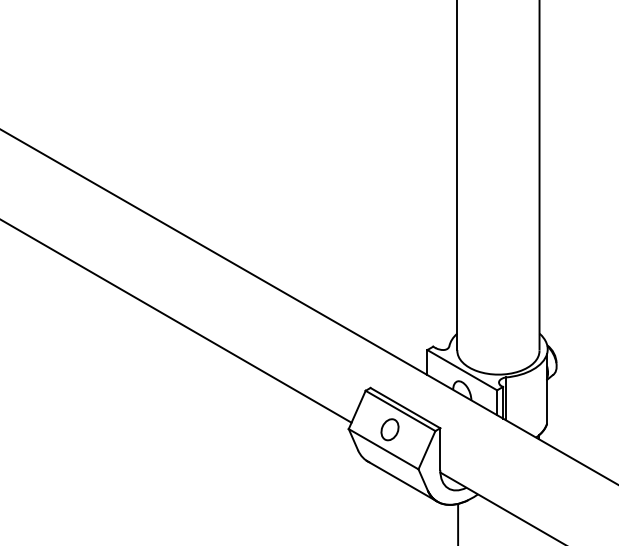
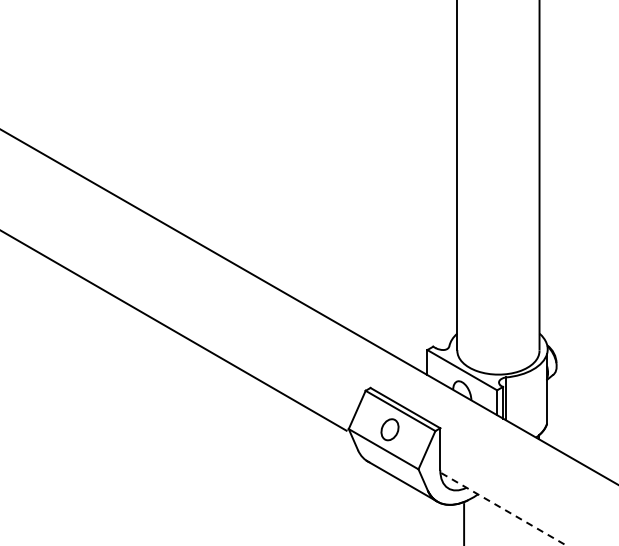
line at (176, 321) position: (176, 321) -> (174, 330)
line at (503, 509): solid -> dashed
line at (458, 523) position: (458, 523) -> (464, 523)
